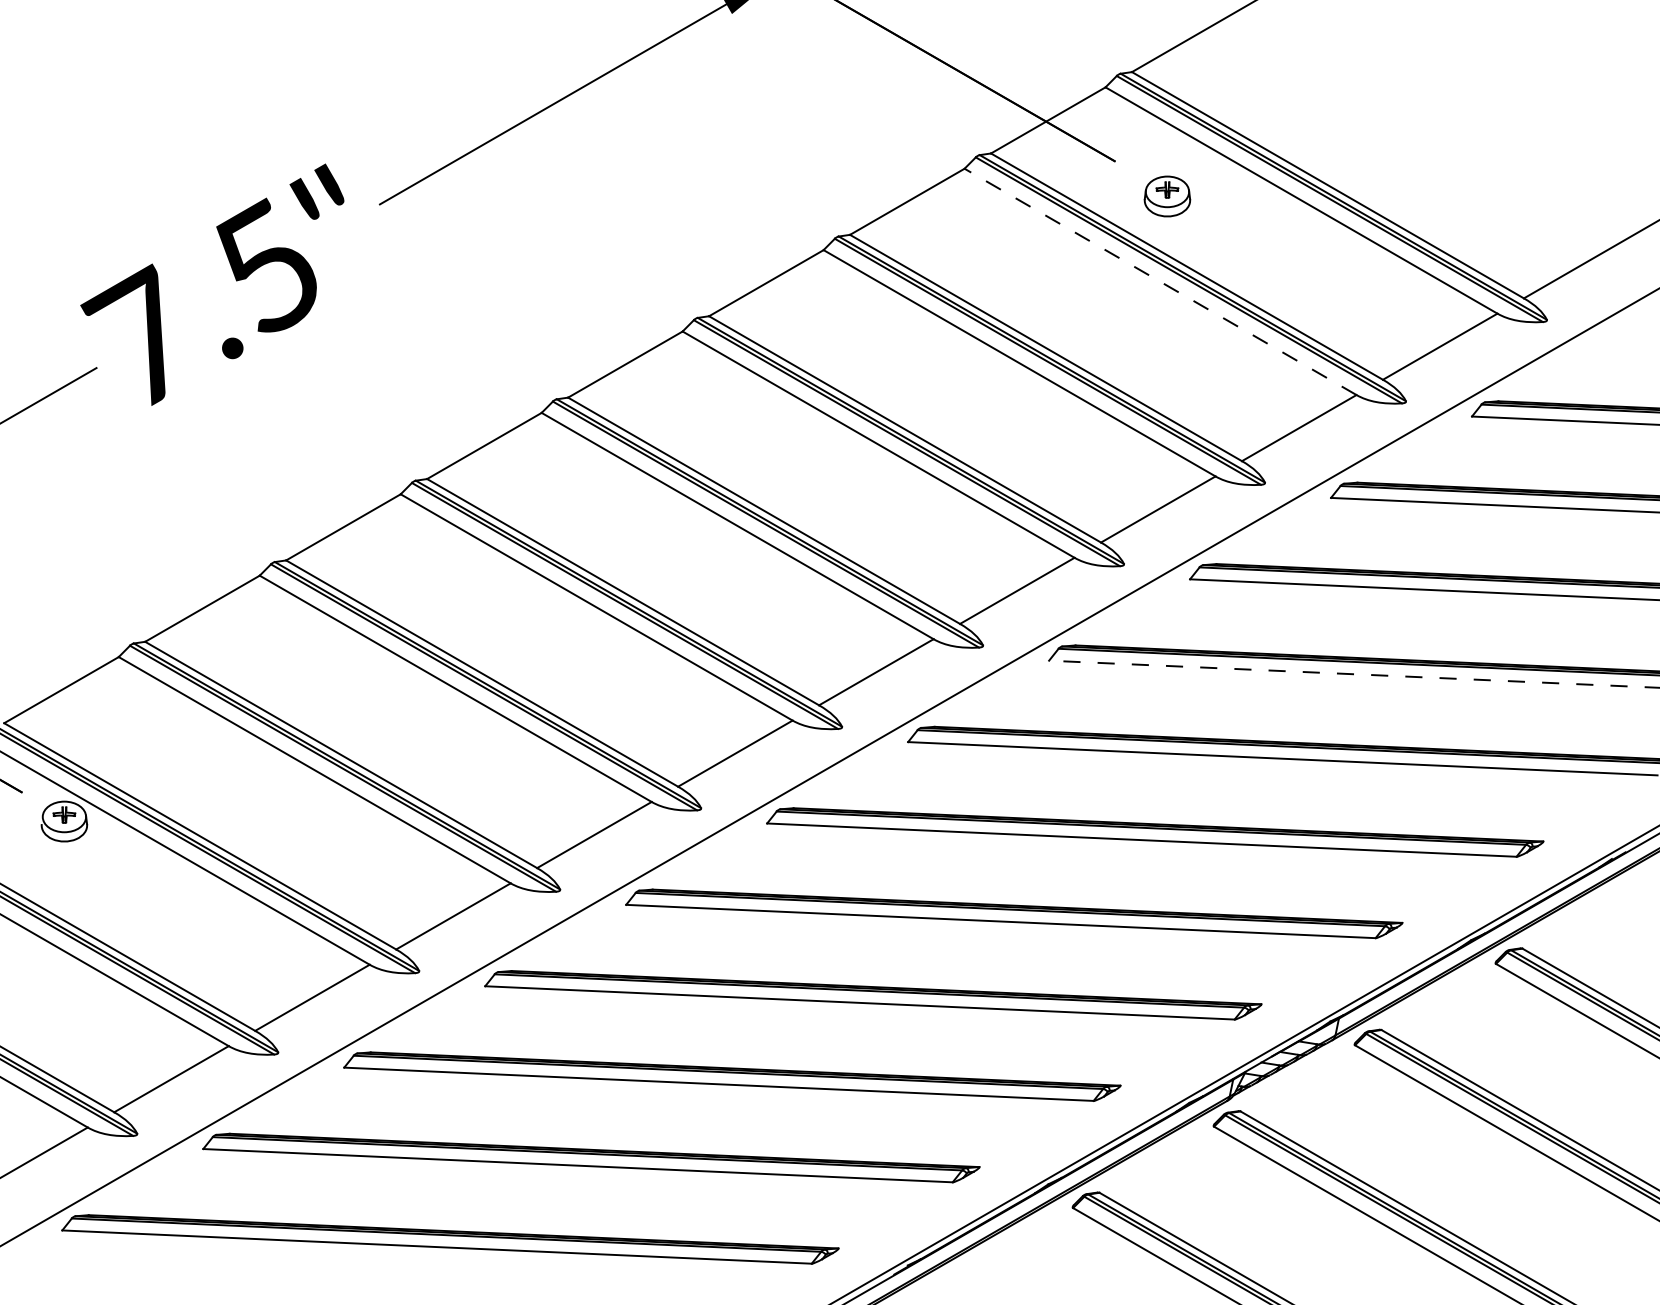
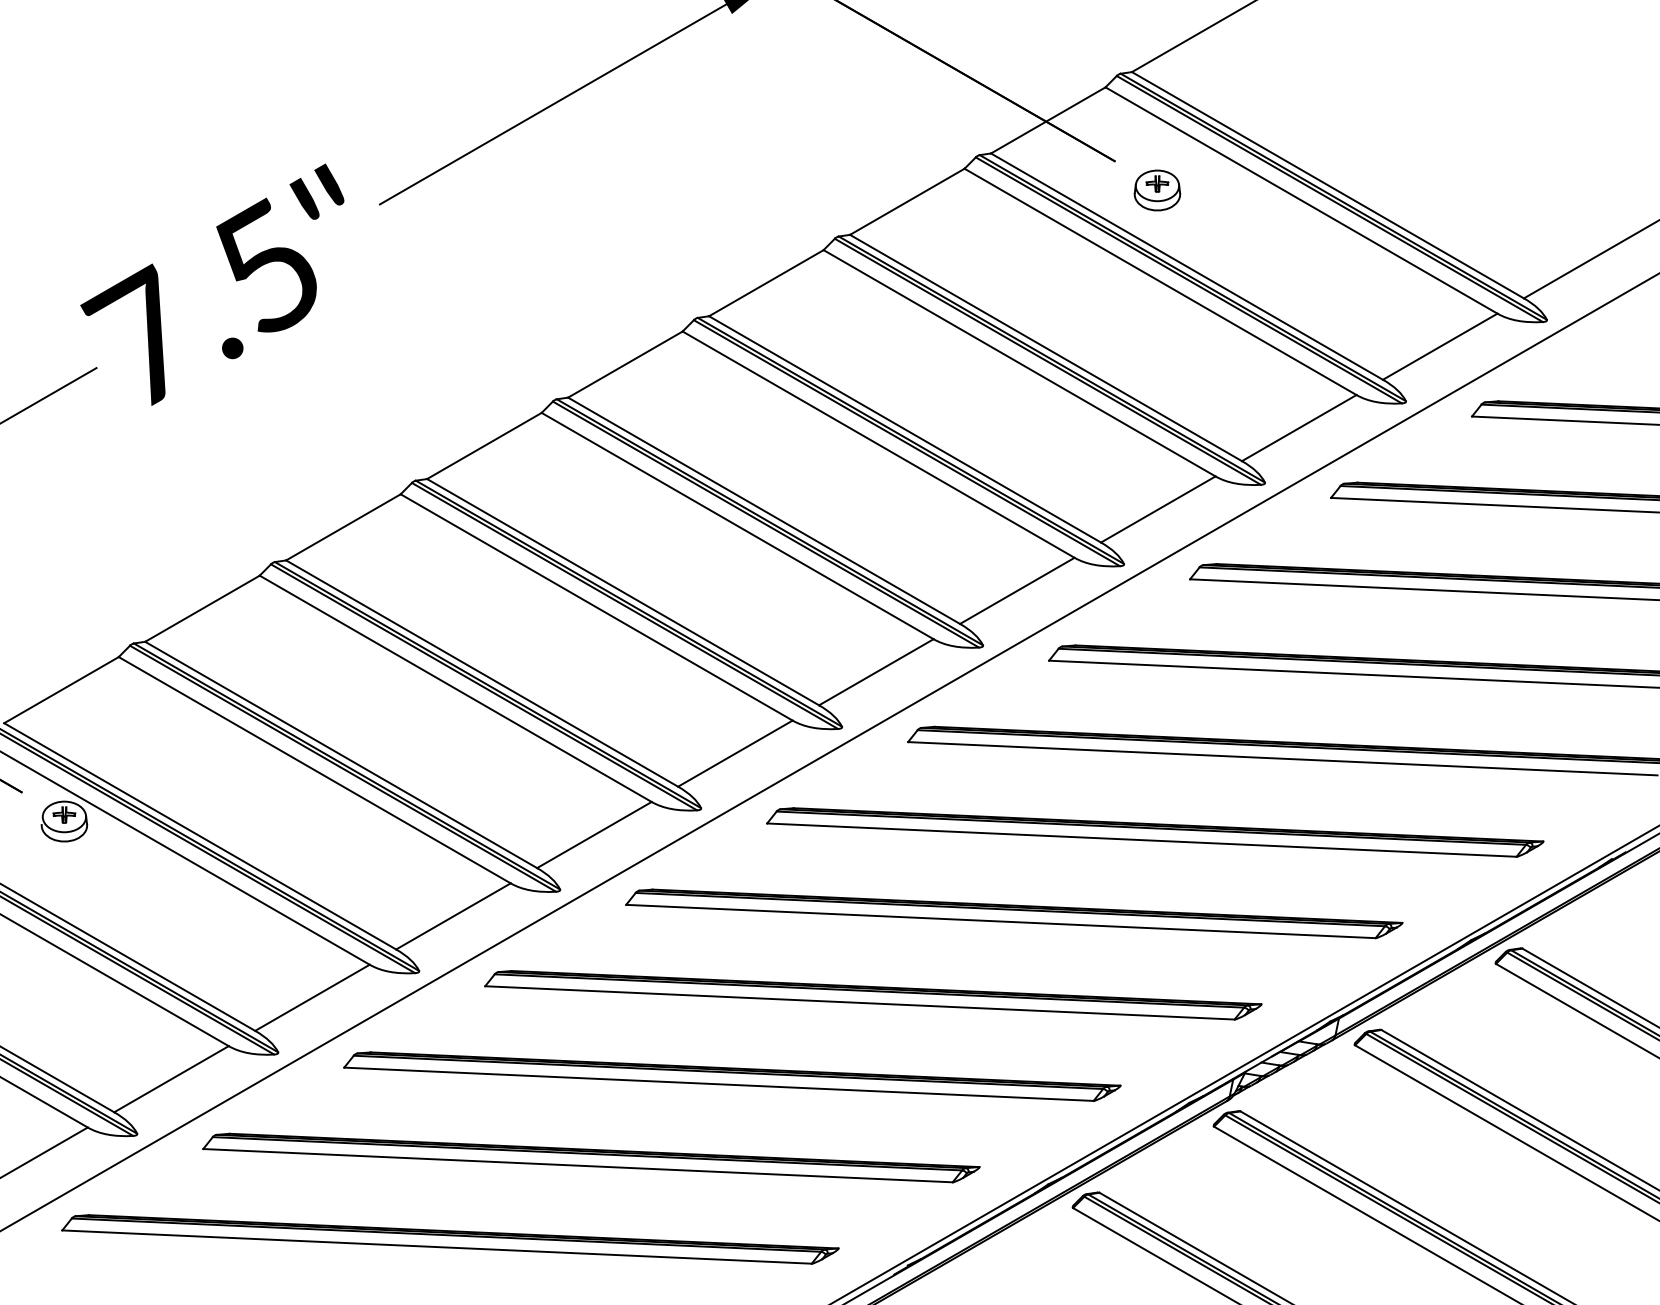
part at (1167, 196) position: (1167, 196) -> (1157, 190)
line at (1160, 281): dashed -> solid
line at (1354, 674): dashed -> solid
line at (829, 767) position: (829, 767) -> (829, 752)
